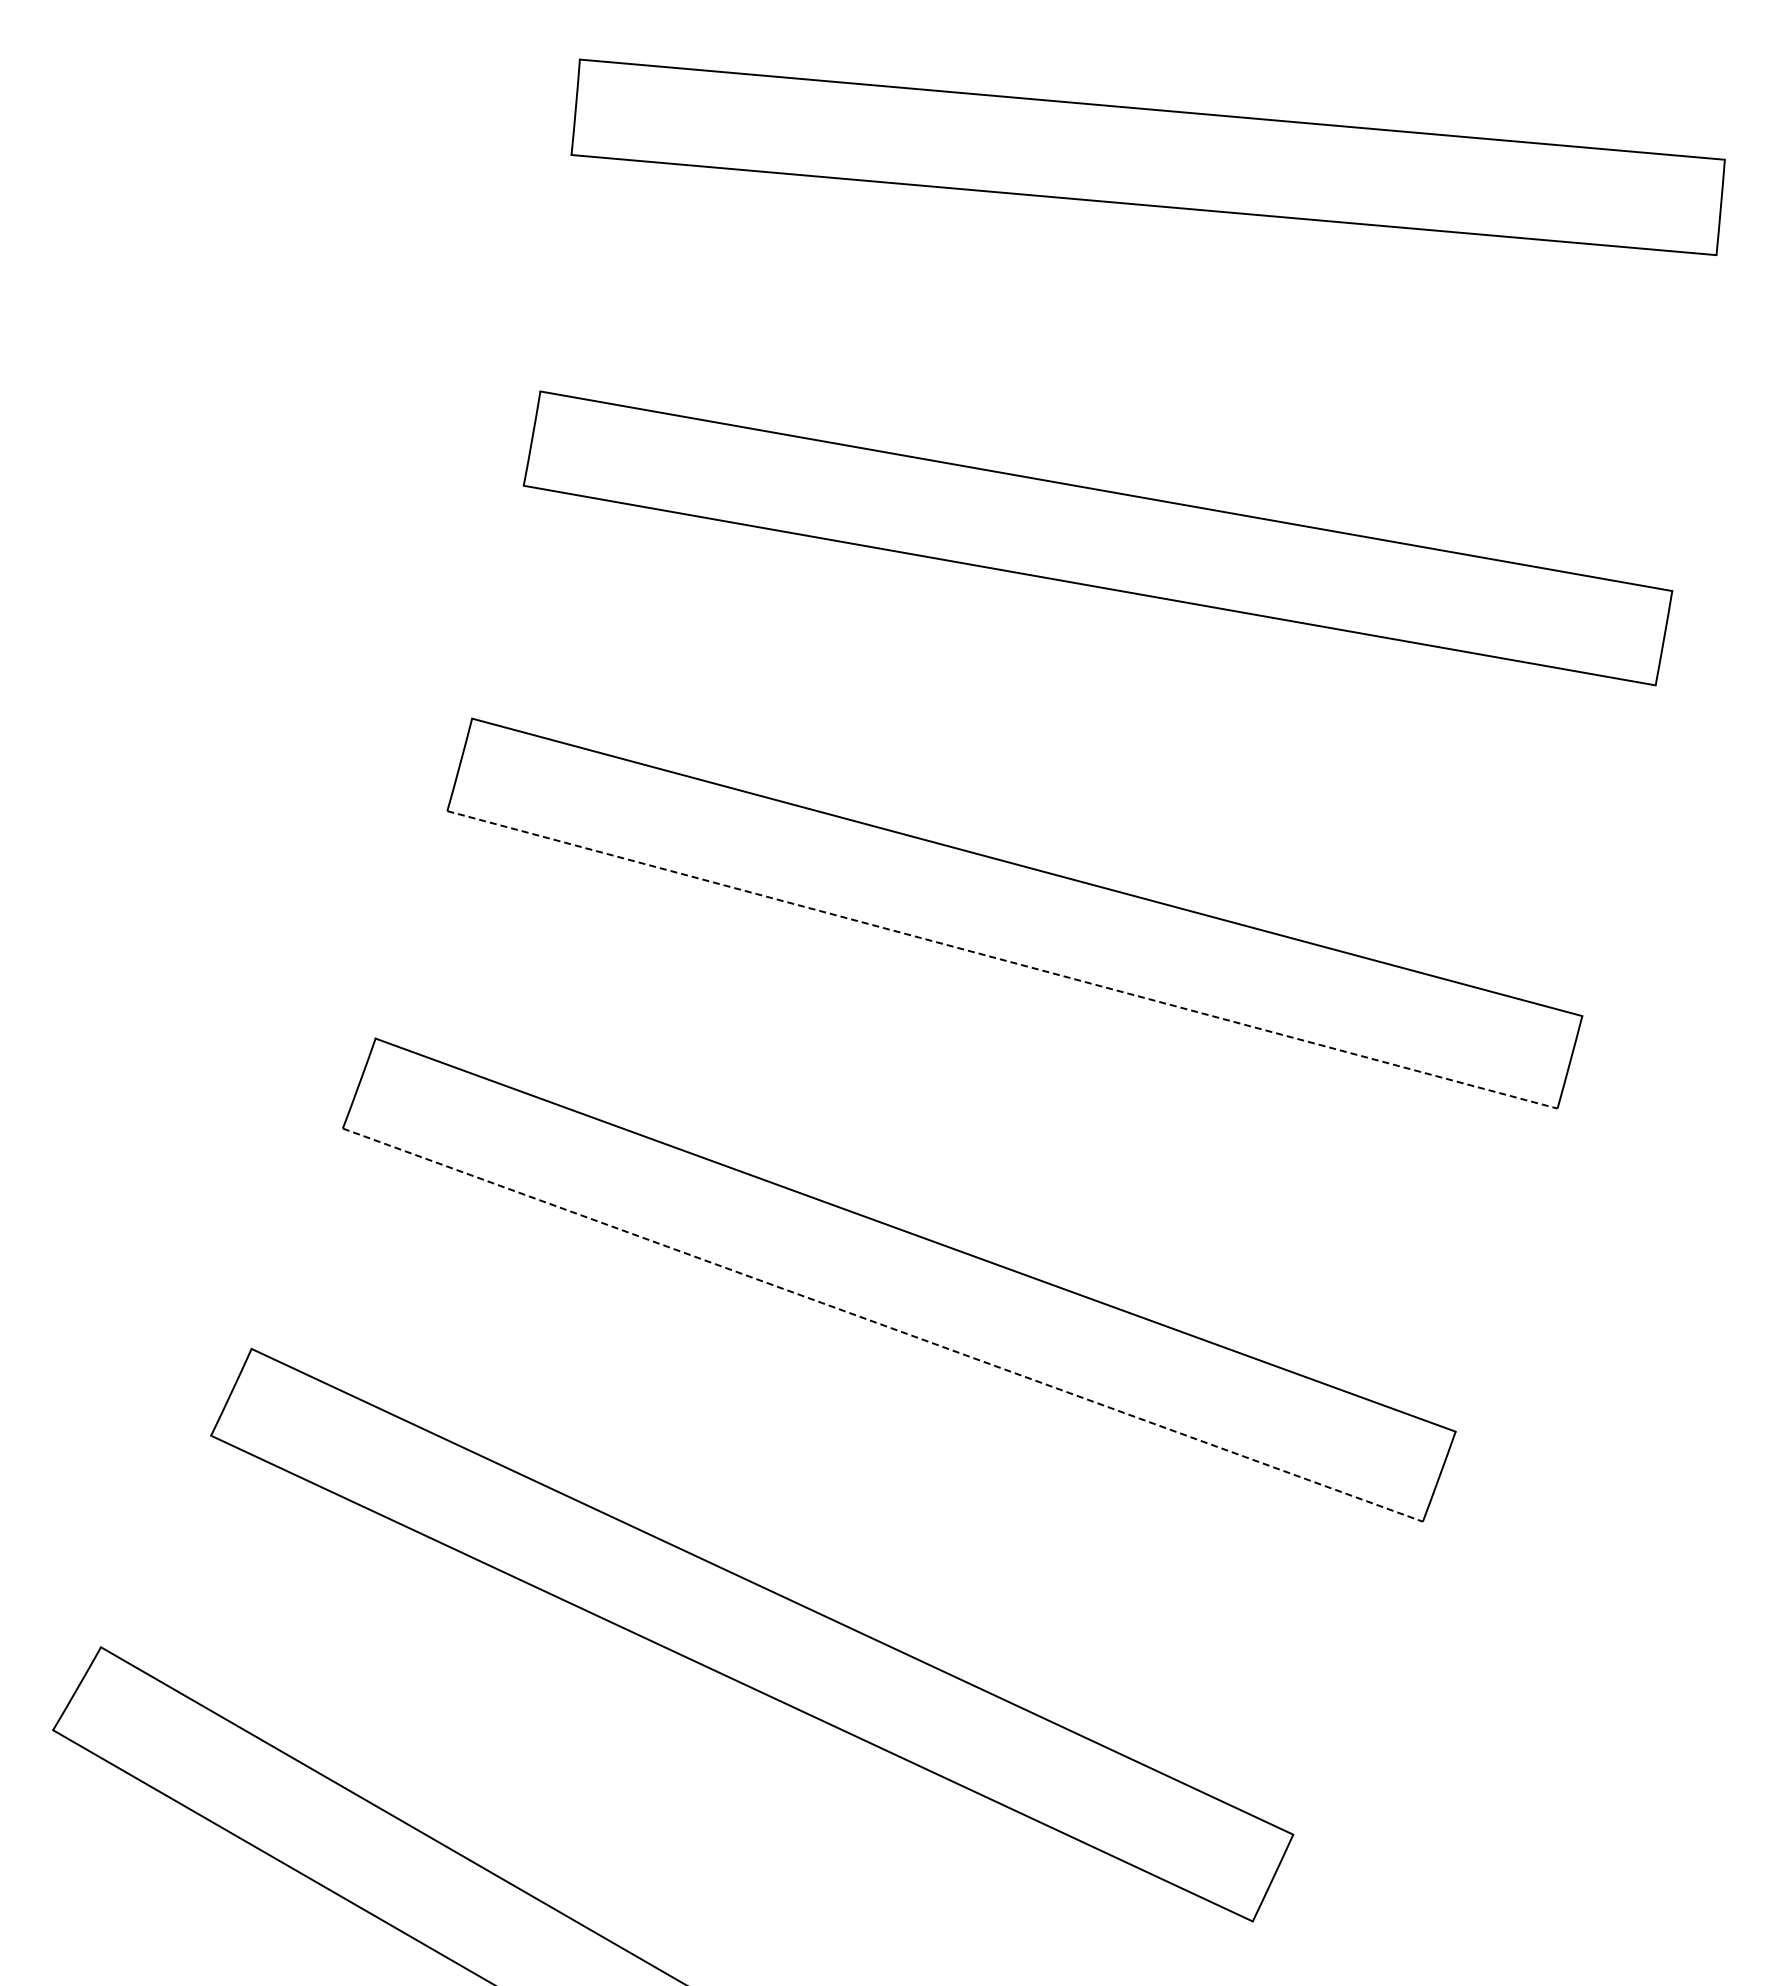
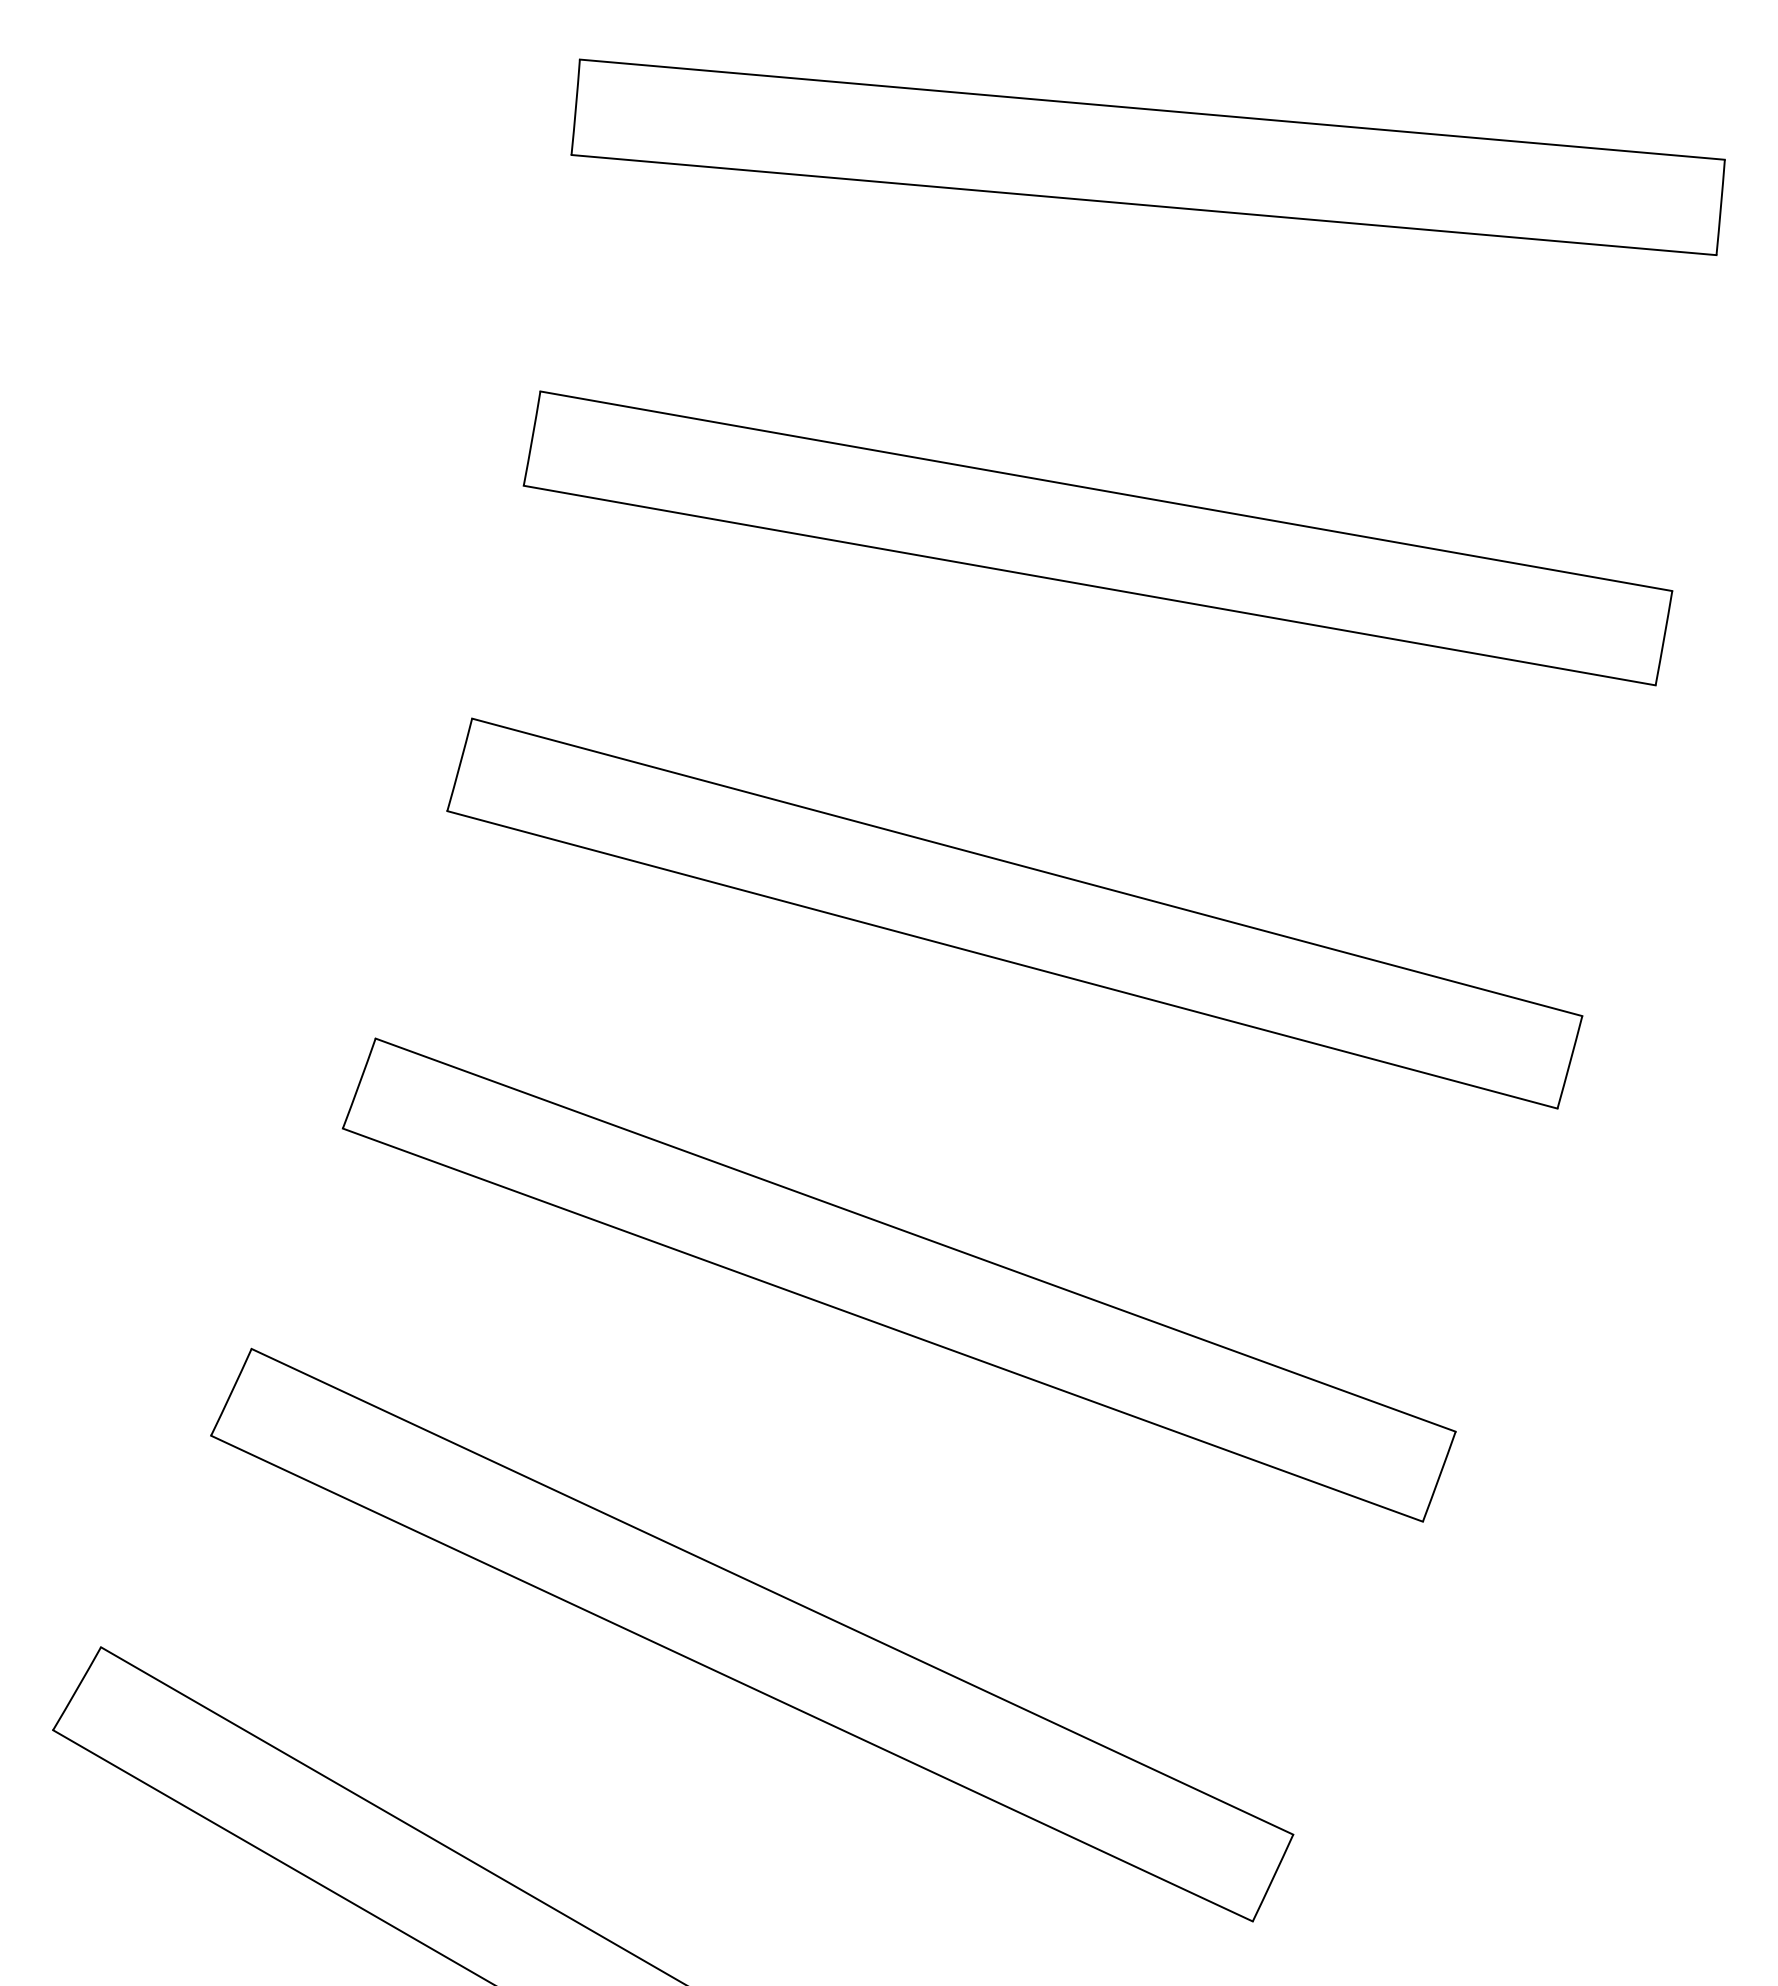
line at (1002, 959): dashed -> solid
line at (882, 1325): dashed -> solid
